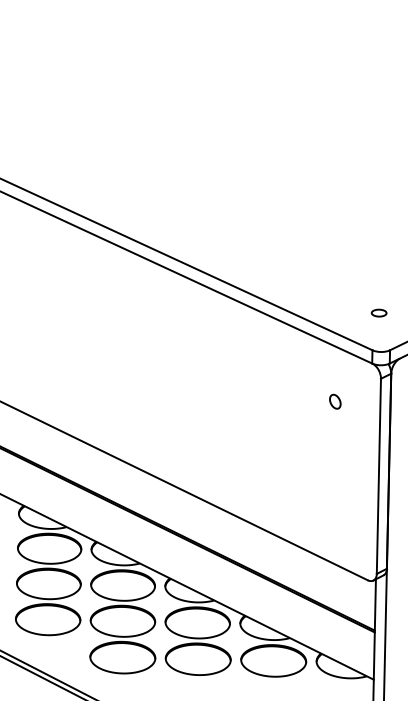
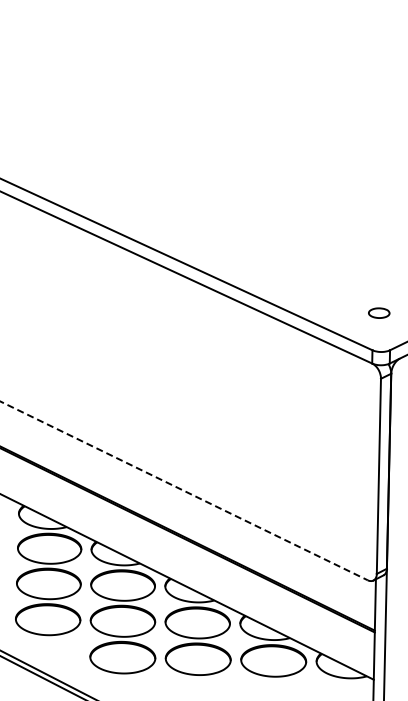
part at (378, 312) size: 18x10 px -> 23x12 px
part at (335, 401): present -> none
line at (184, 491): solid -> dashed
